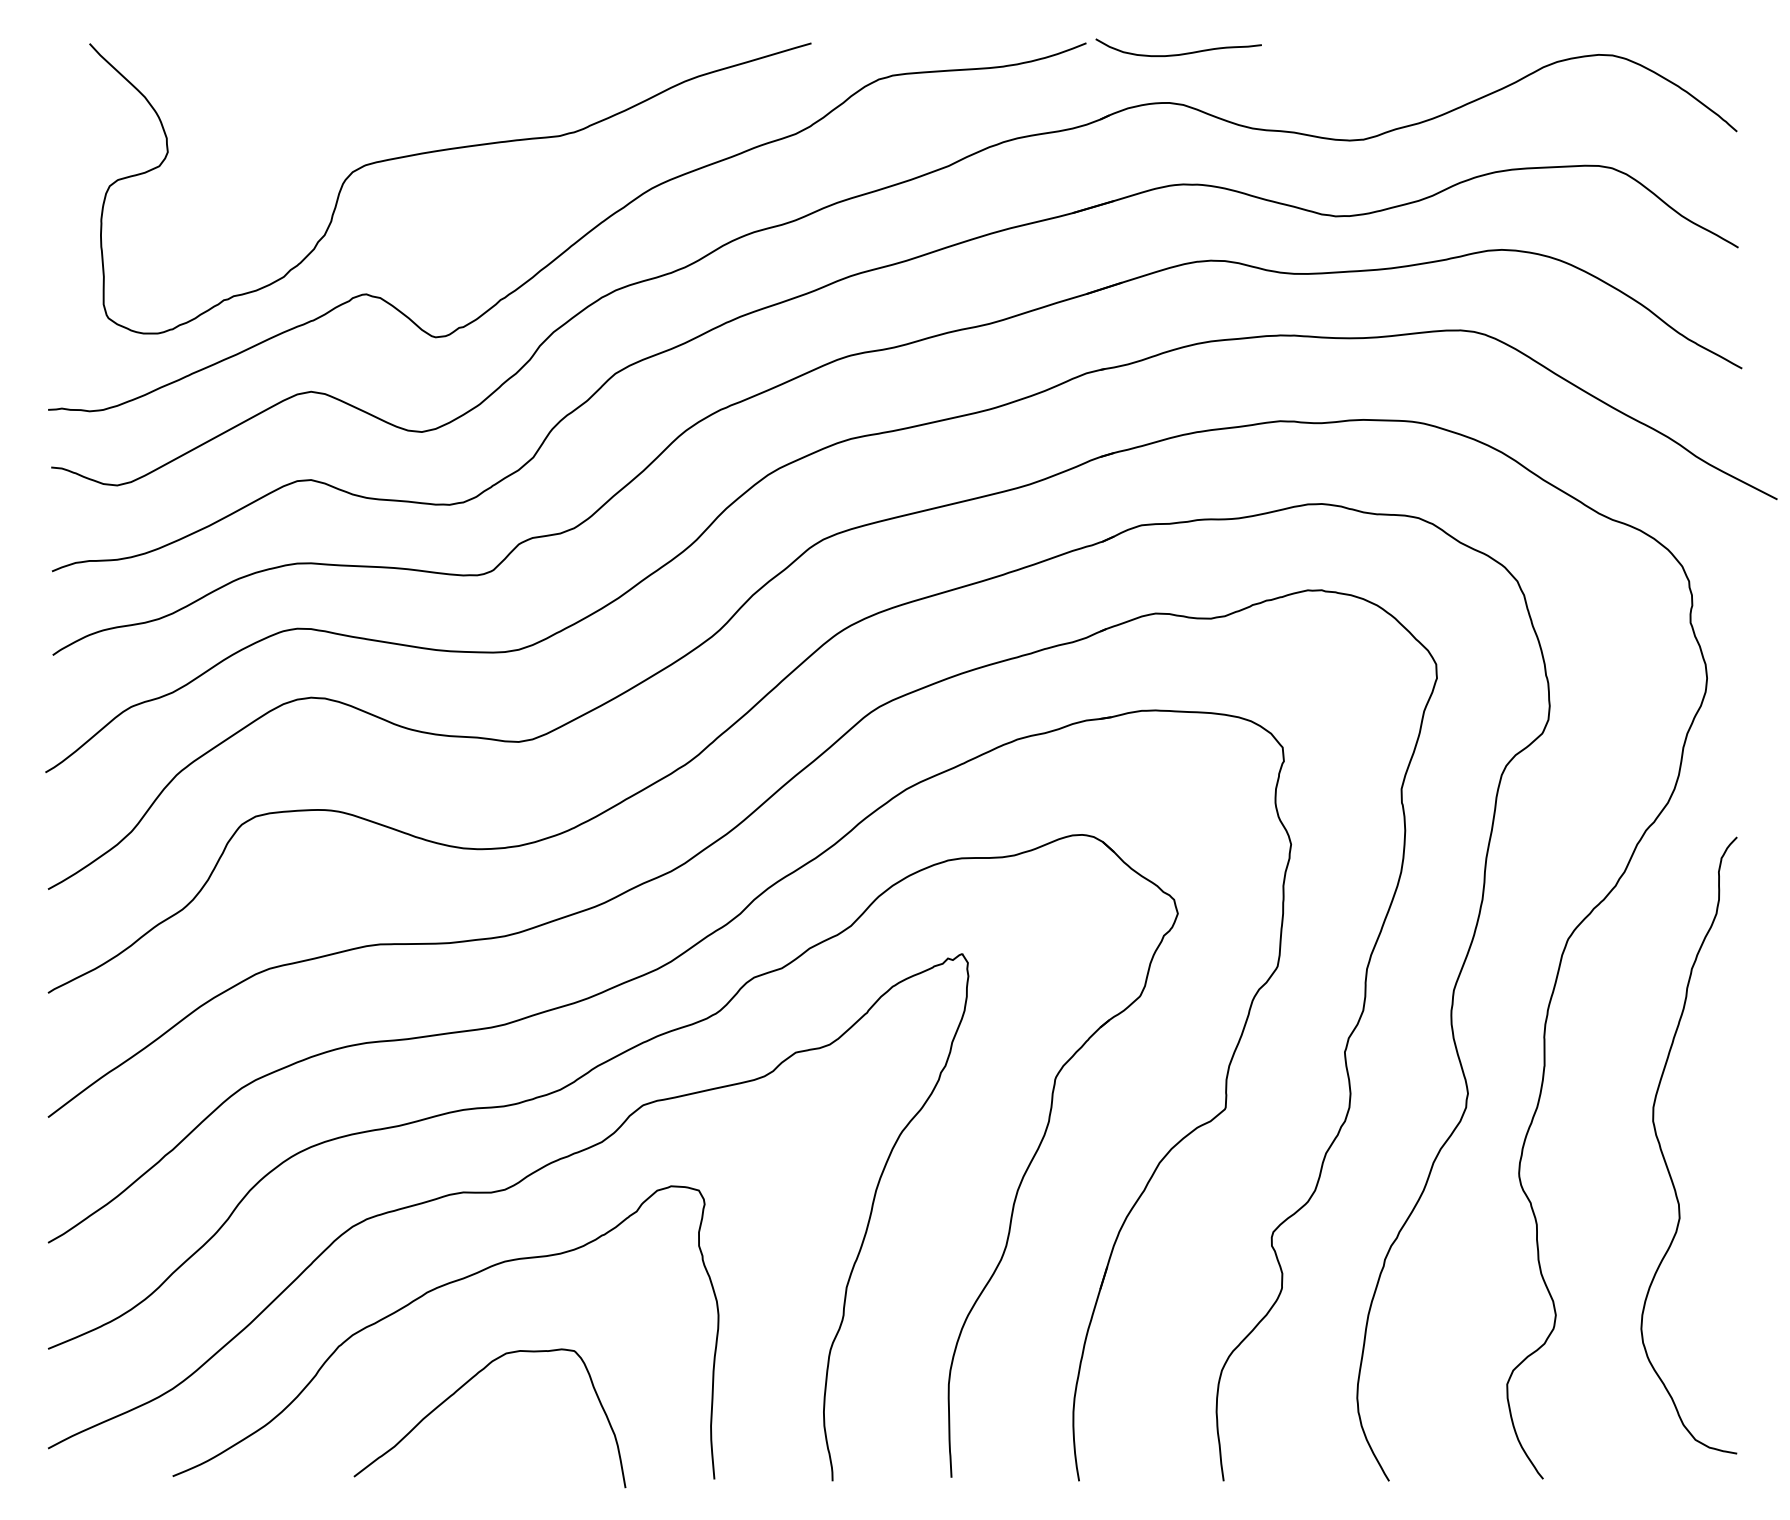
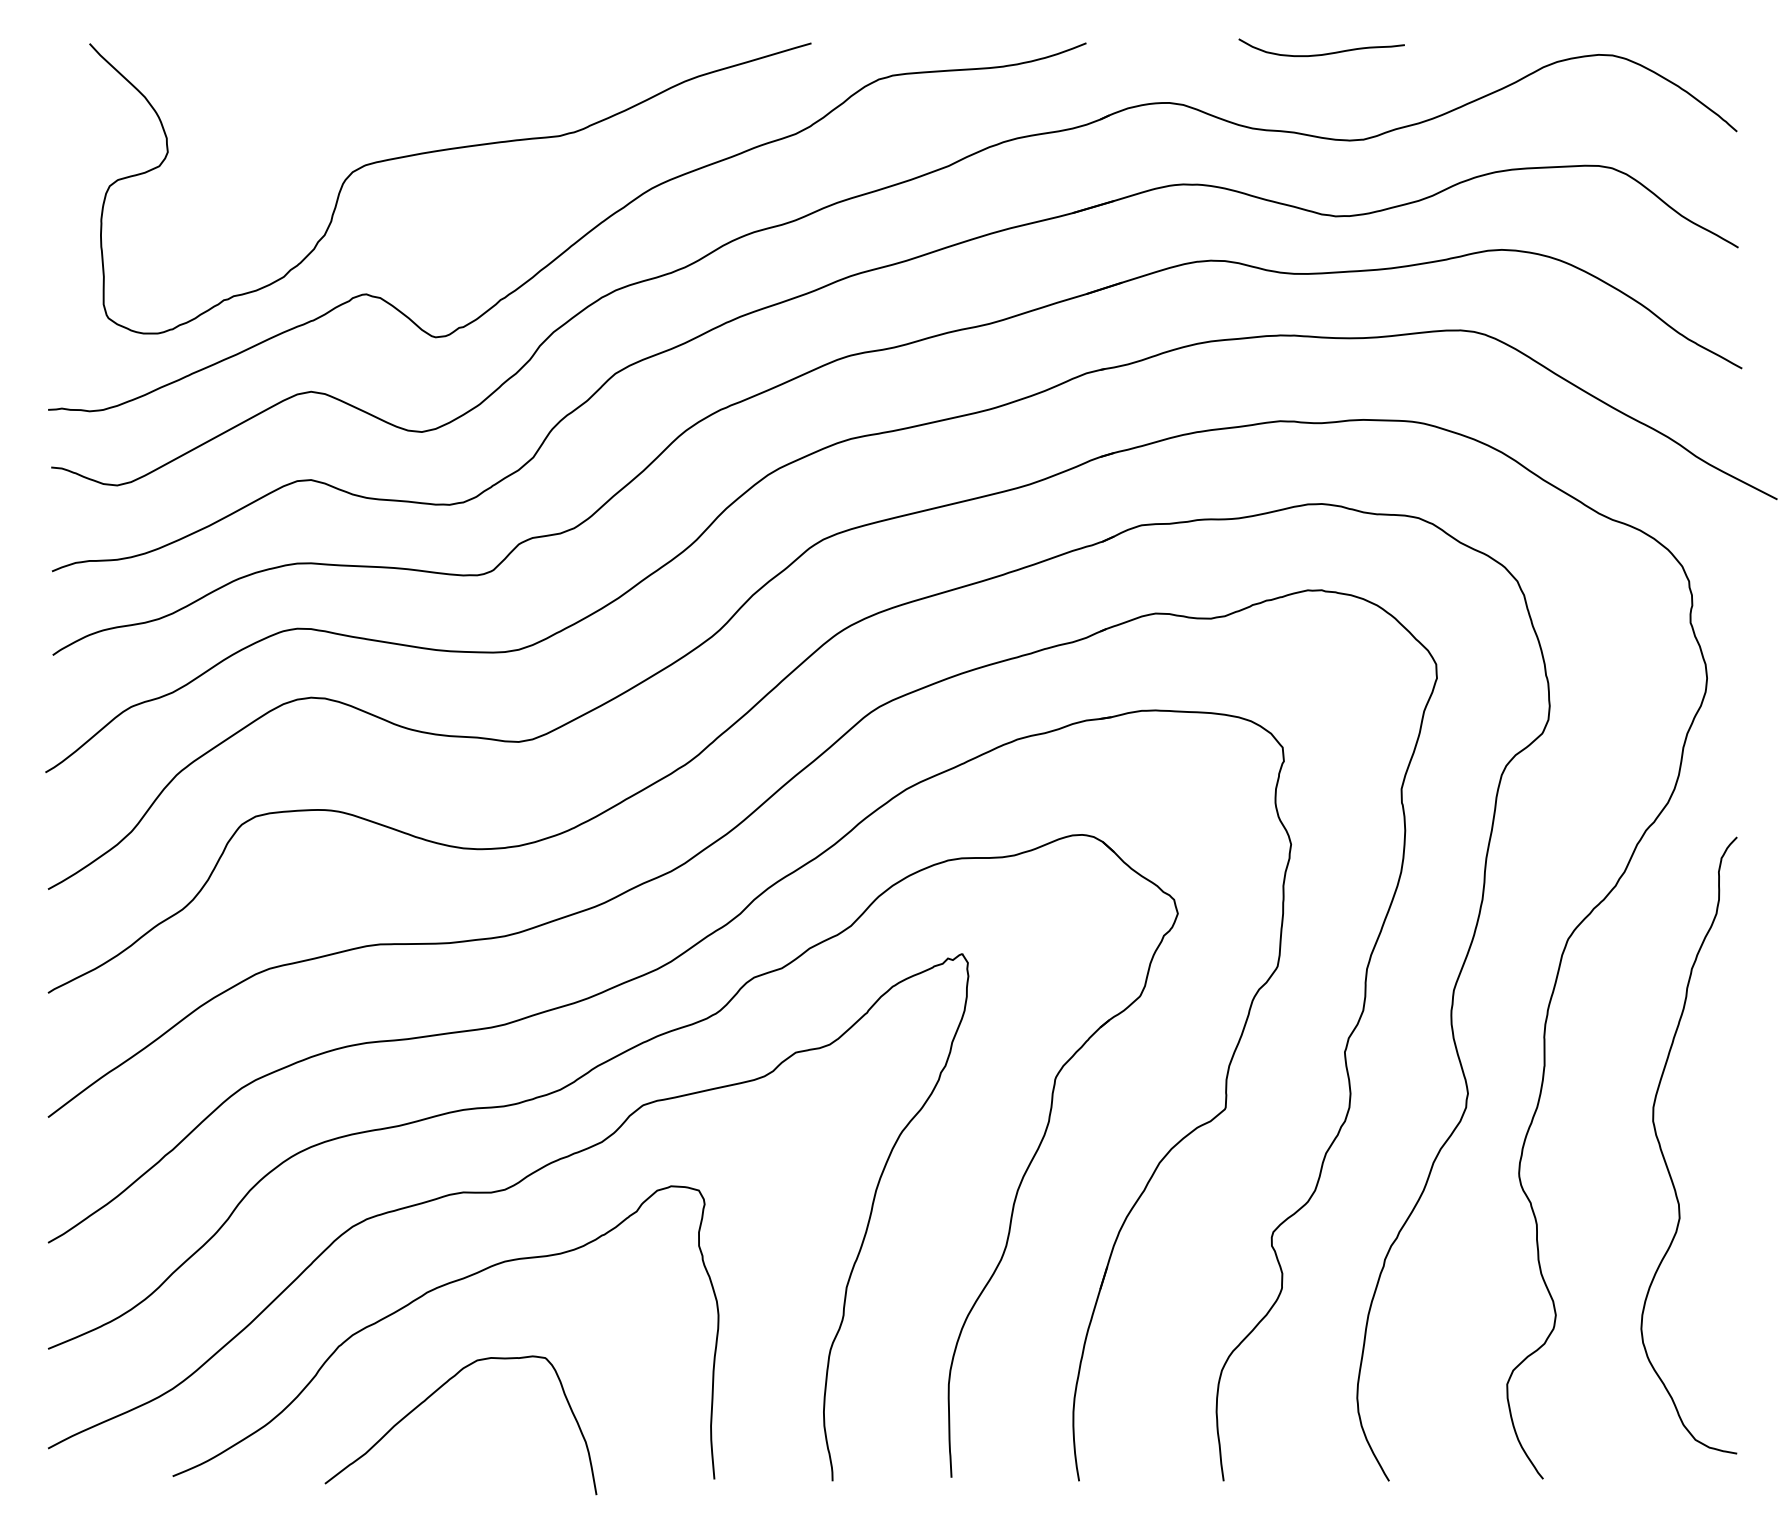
curve at (1180, 53) position: (1180, 53) -> (1323, 53)
curve at (460, 1389) position: (460, 1389) -> (431, 1396)
